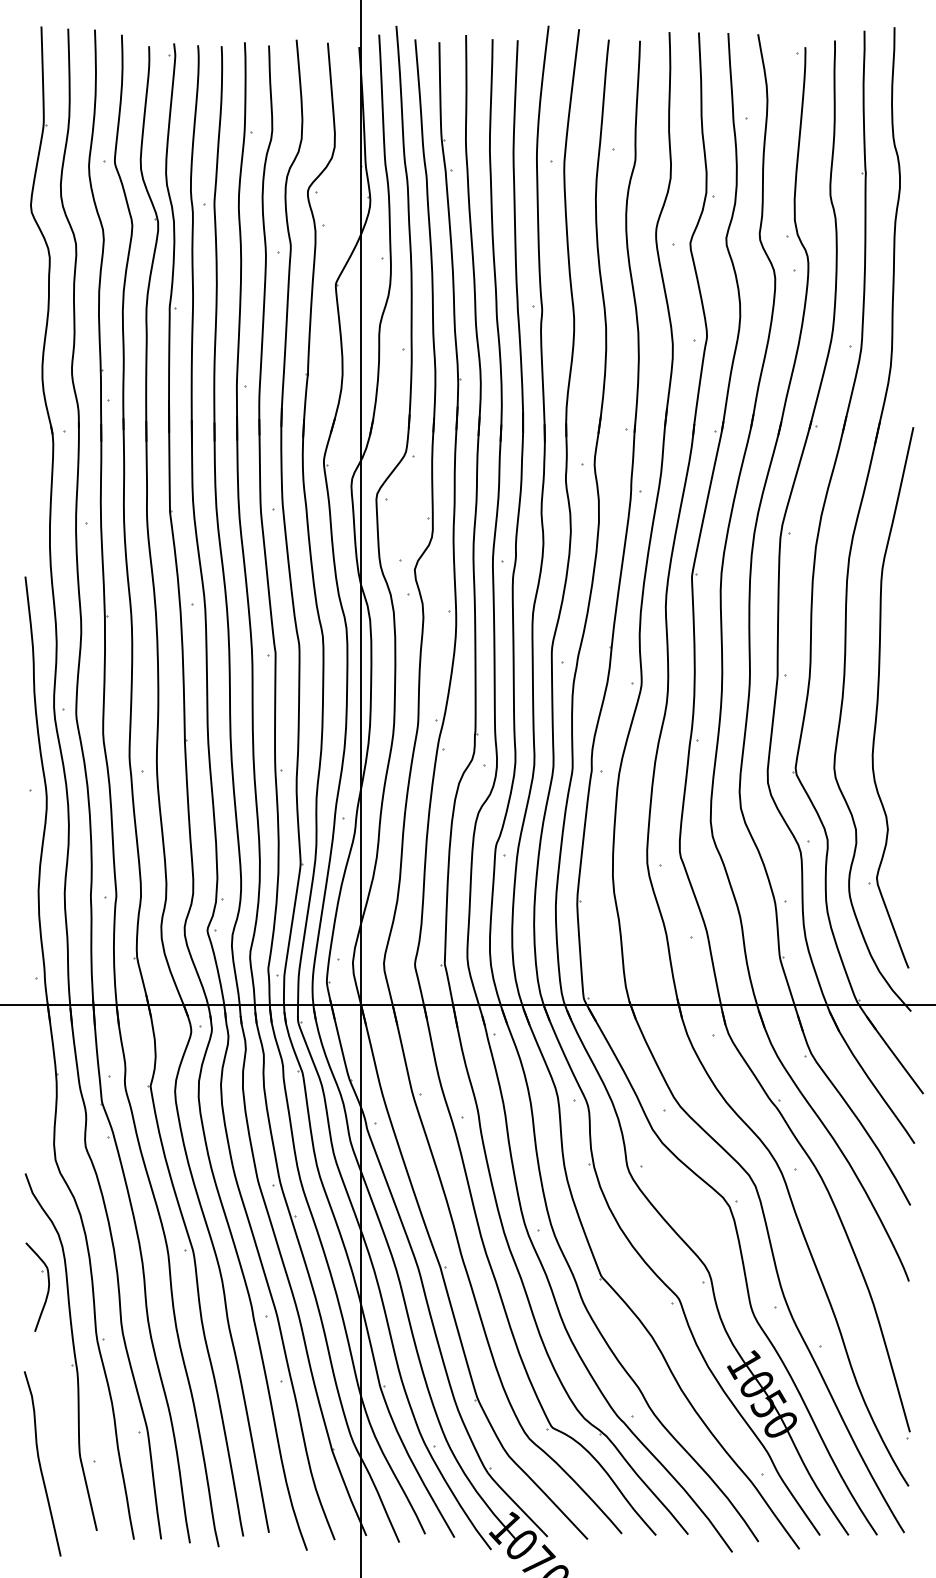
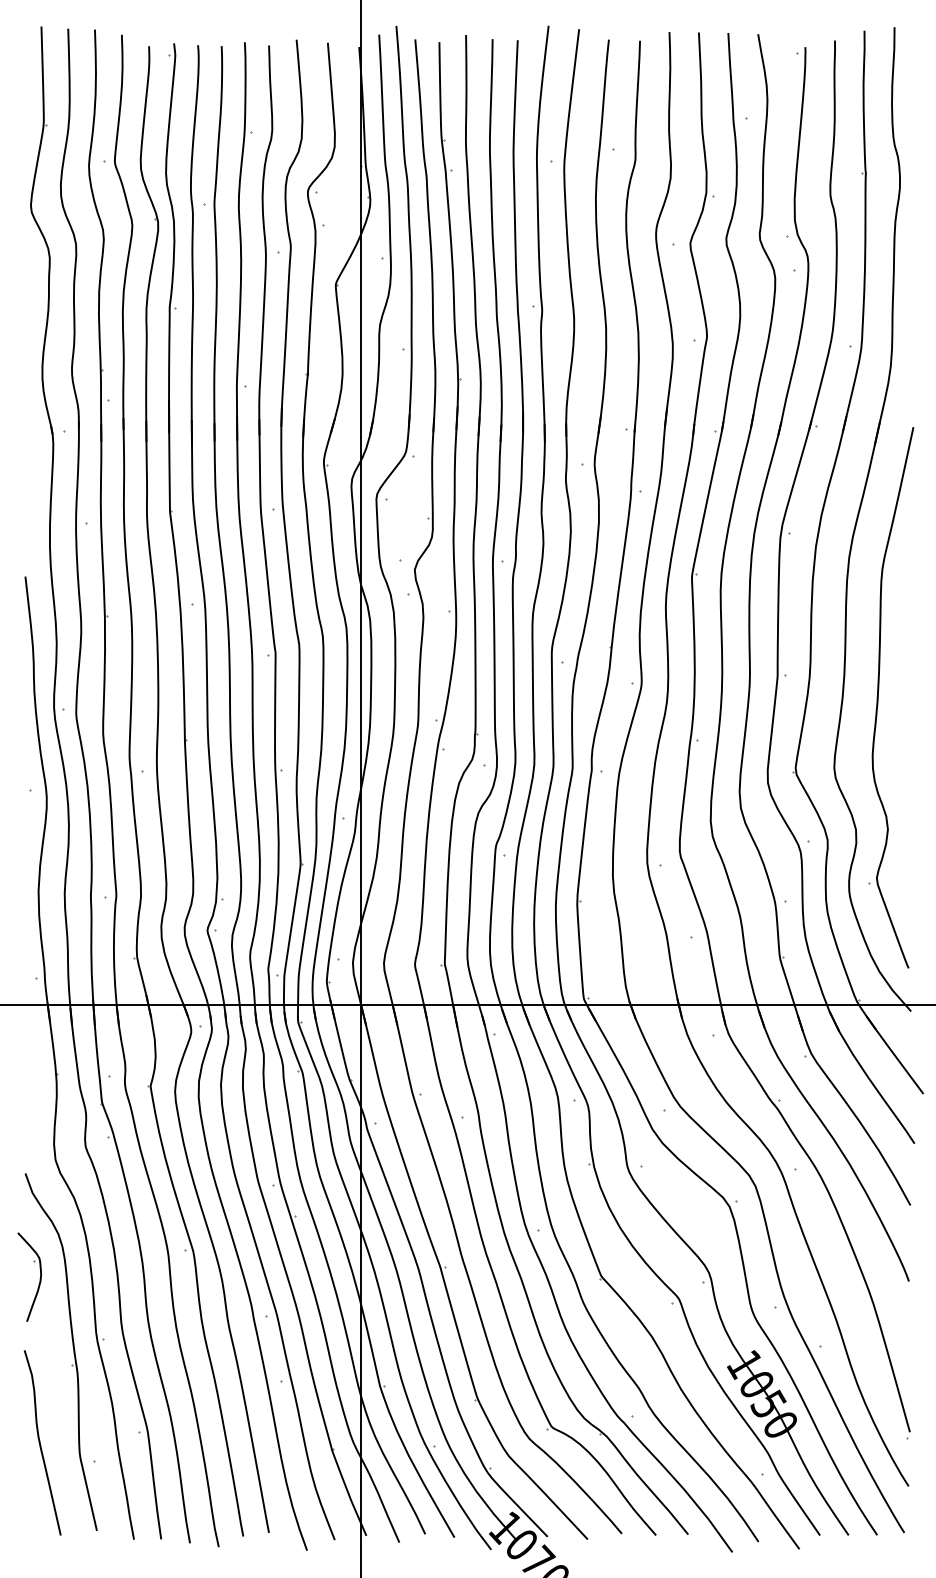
part at (47, 1288) position: (47, 1288) -> (39, 1278)
curve at (40, 1463) position: (40, 1463) -> (40, 1442)
